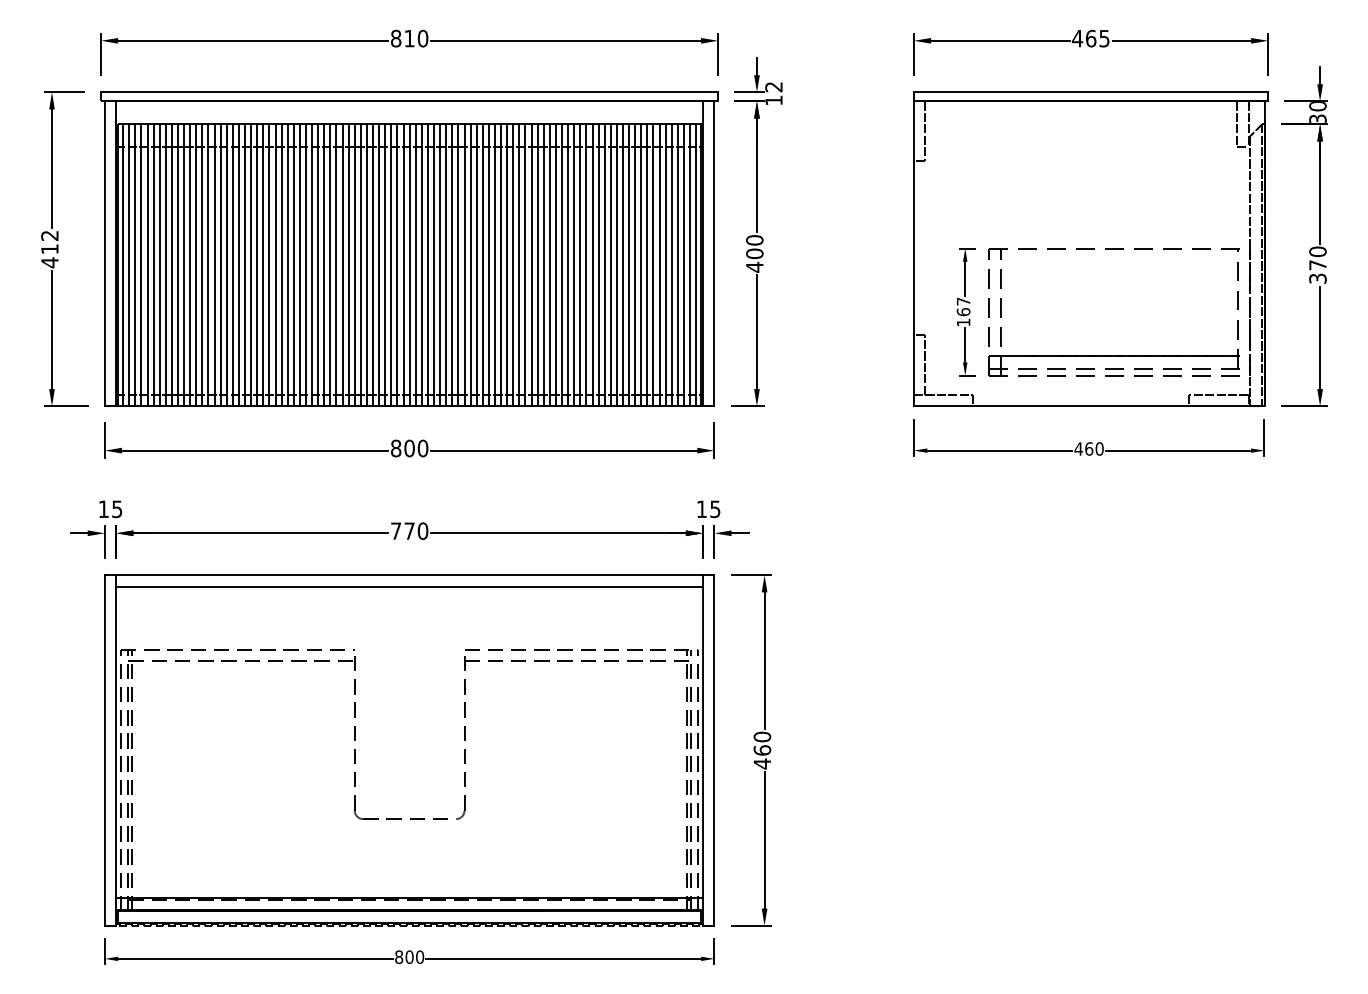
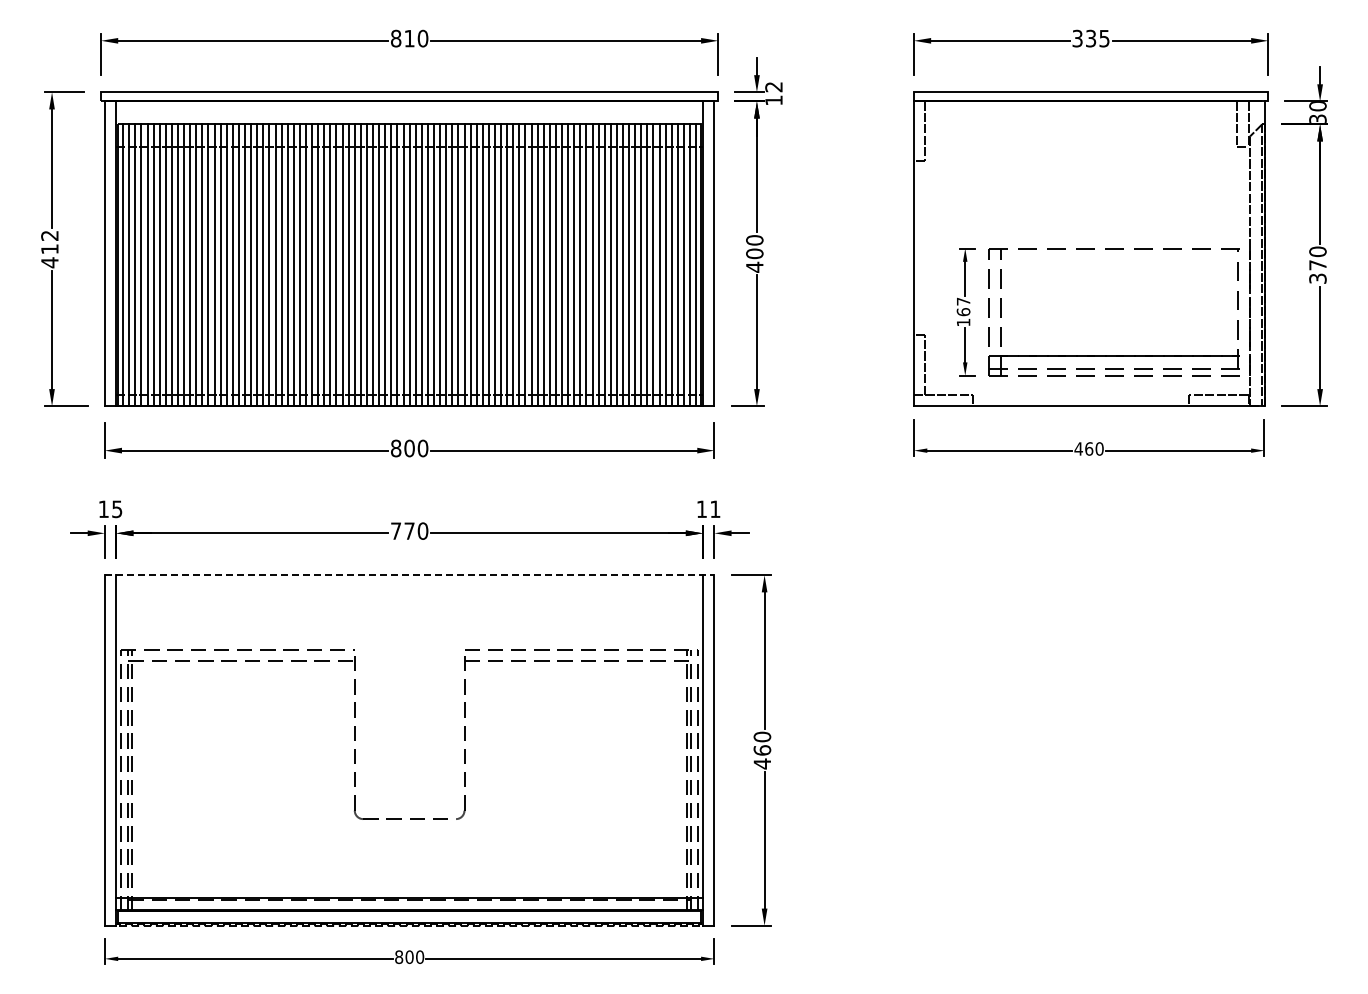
text at (1084, 38): 465 -> 335
text at (715, 509): 15 -> 11
line at (409, 575): solid -> dashed
line at (409, 586): present -> none
